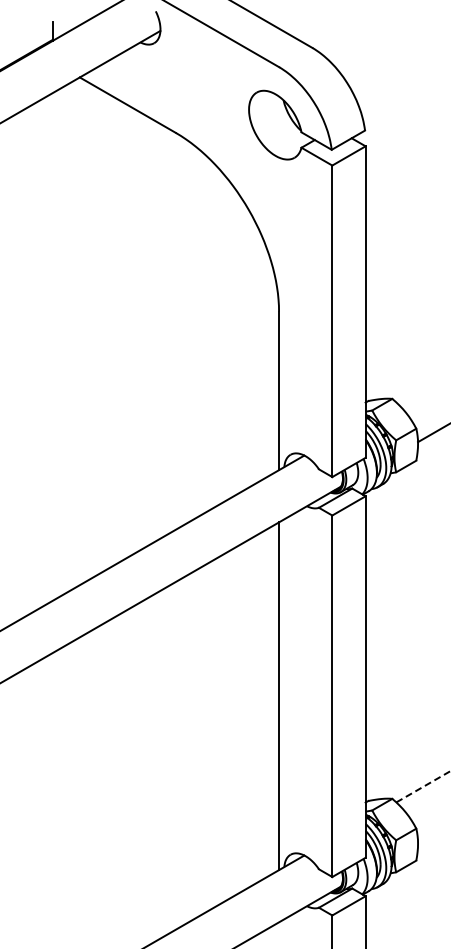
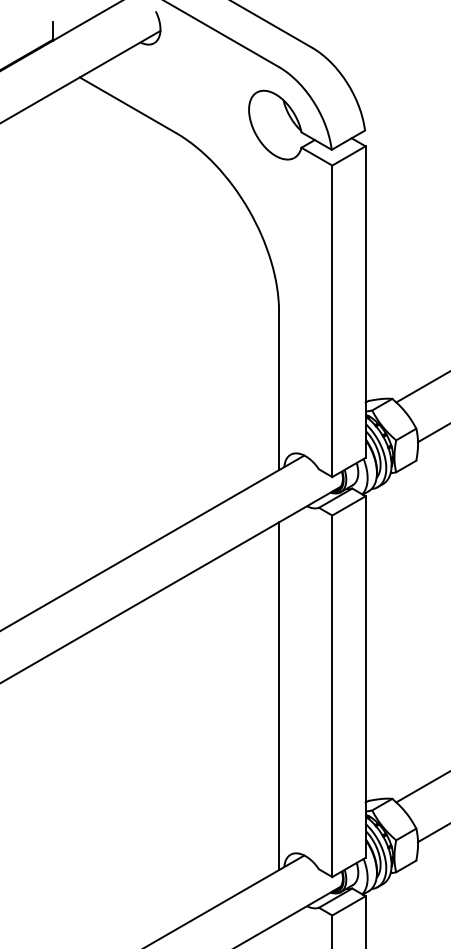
line at (421, 387): none -> present
line at (424, 786): dashed -> solid
line at (432, 833): none -> present
